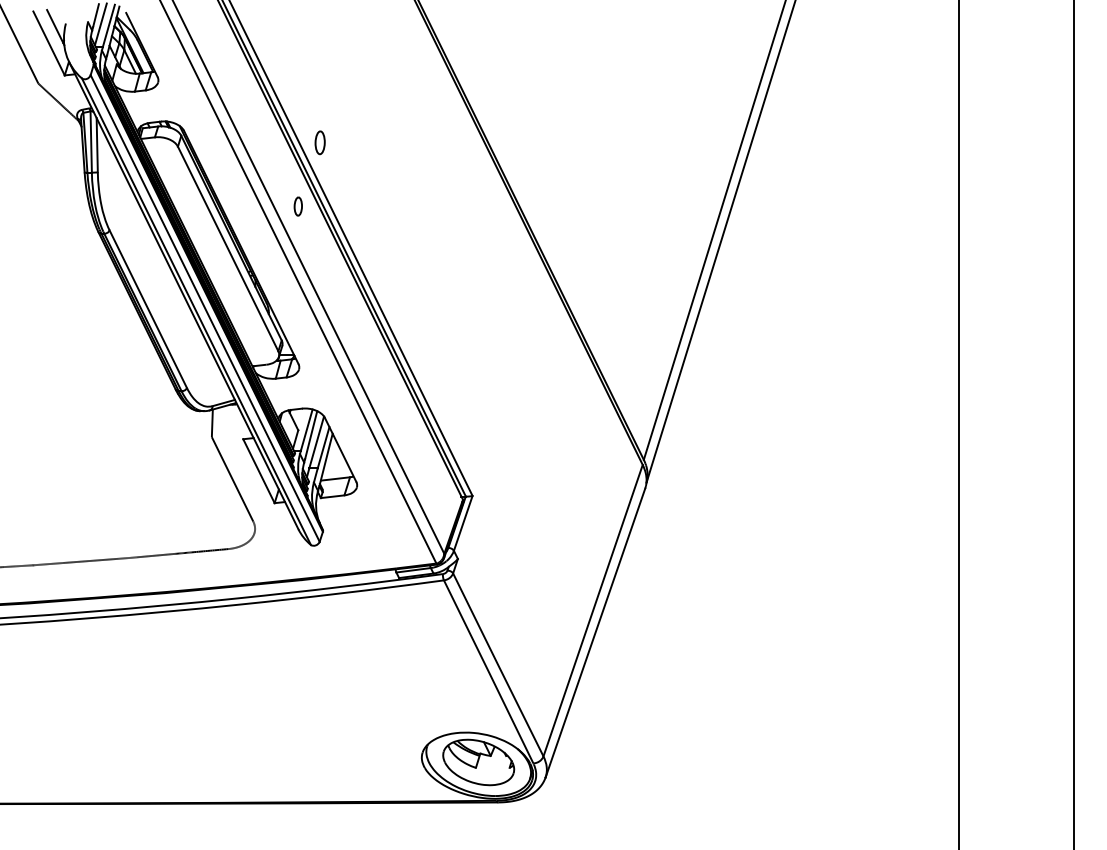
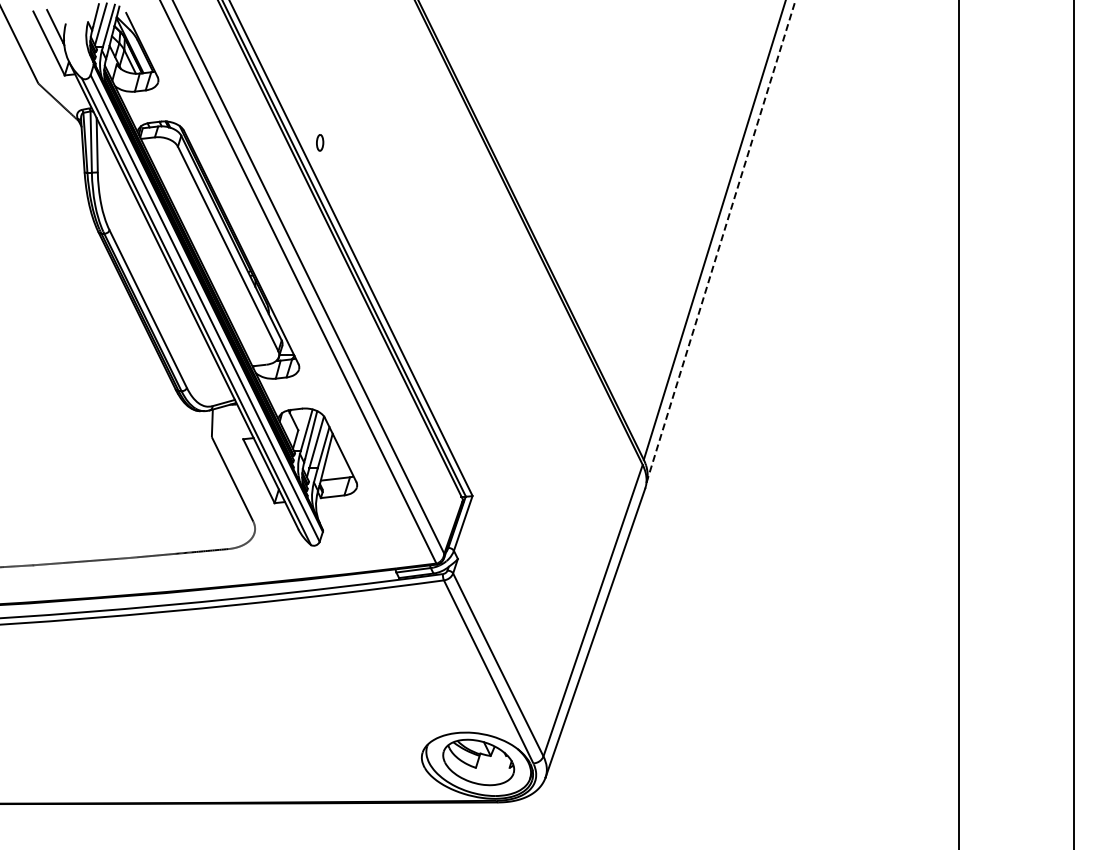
part at (319, 142) size: 12x26 px -> 9x18 px
part at (297, 206): present -> none
line at (721, 241): solid -> dashed
